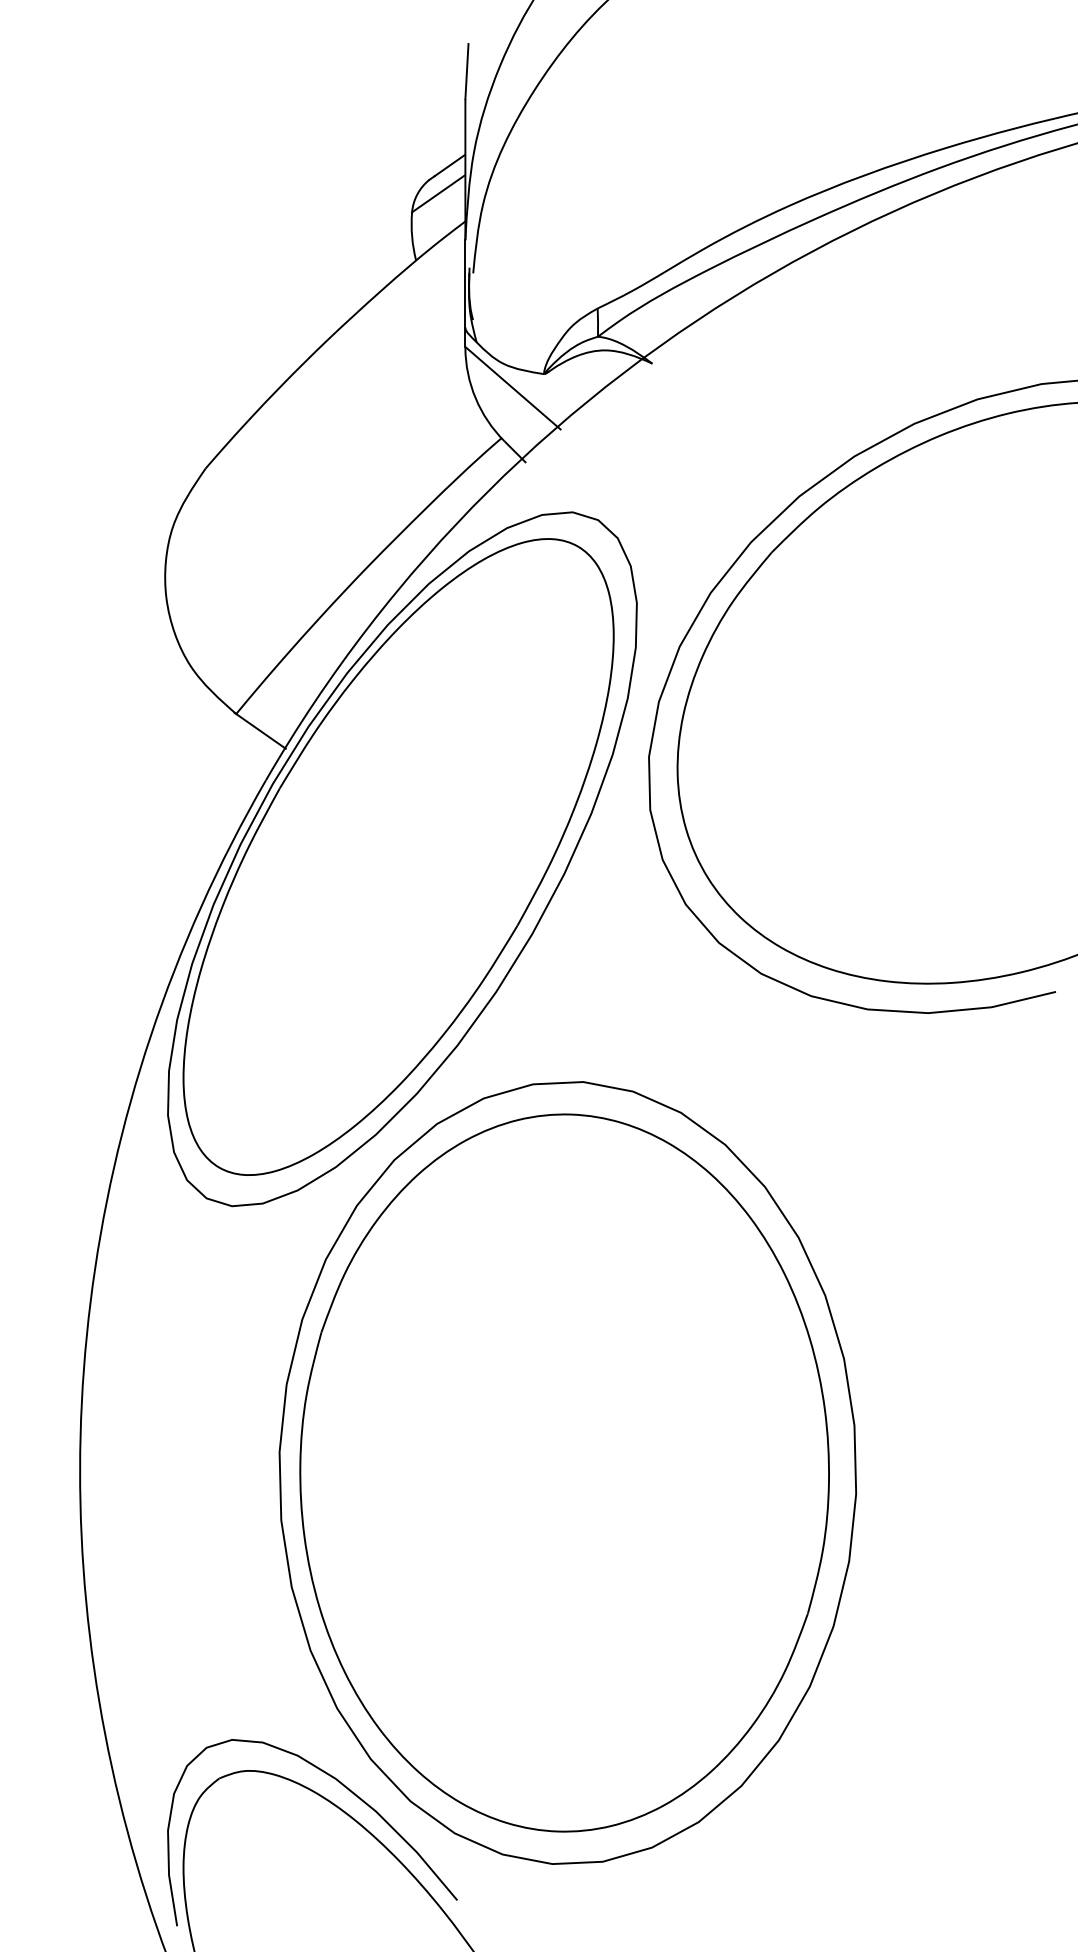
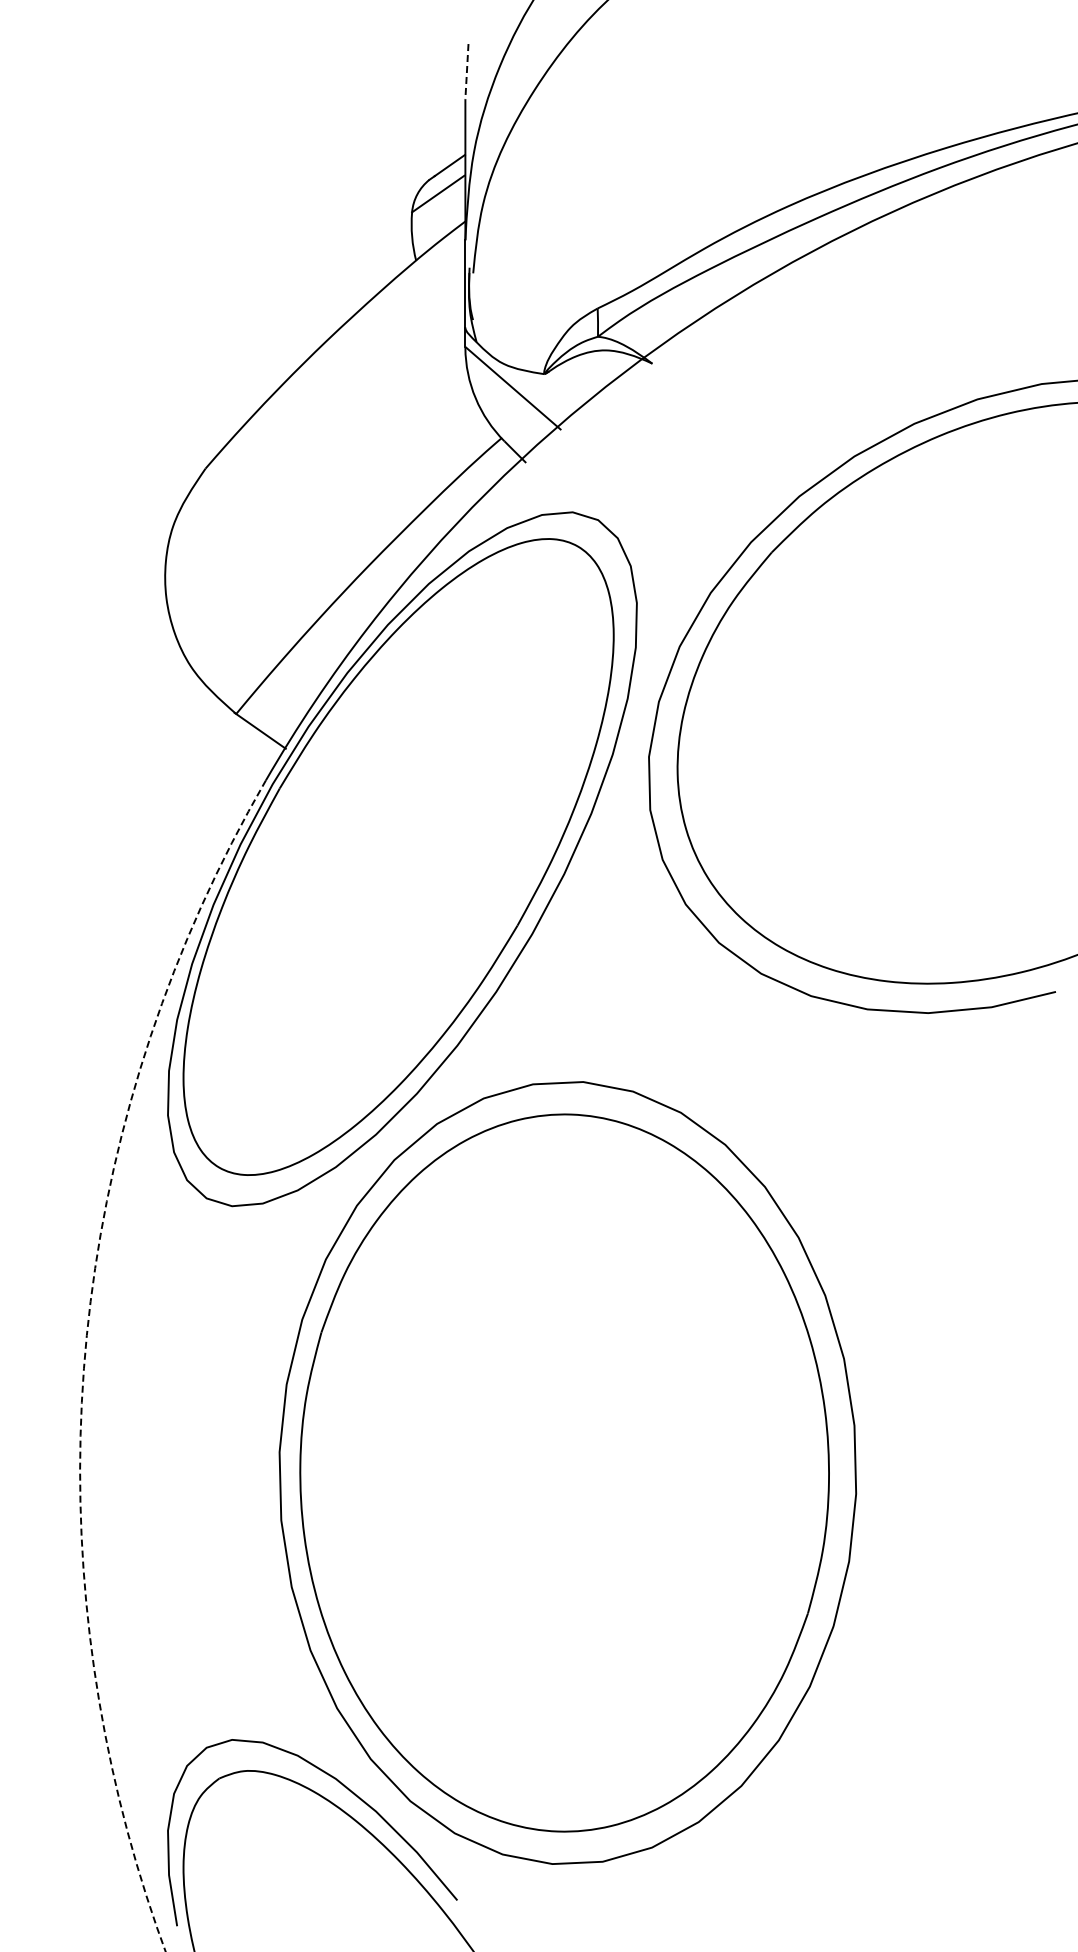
line at (466, 71): solid -> dashed
arc at (84, 1357): solid -> dashed
